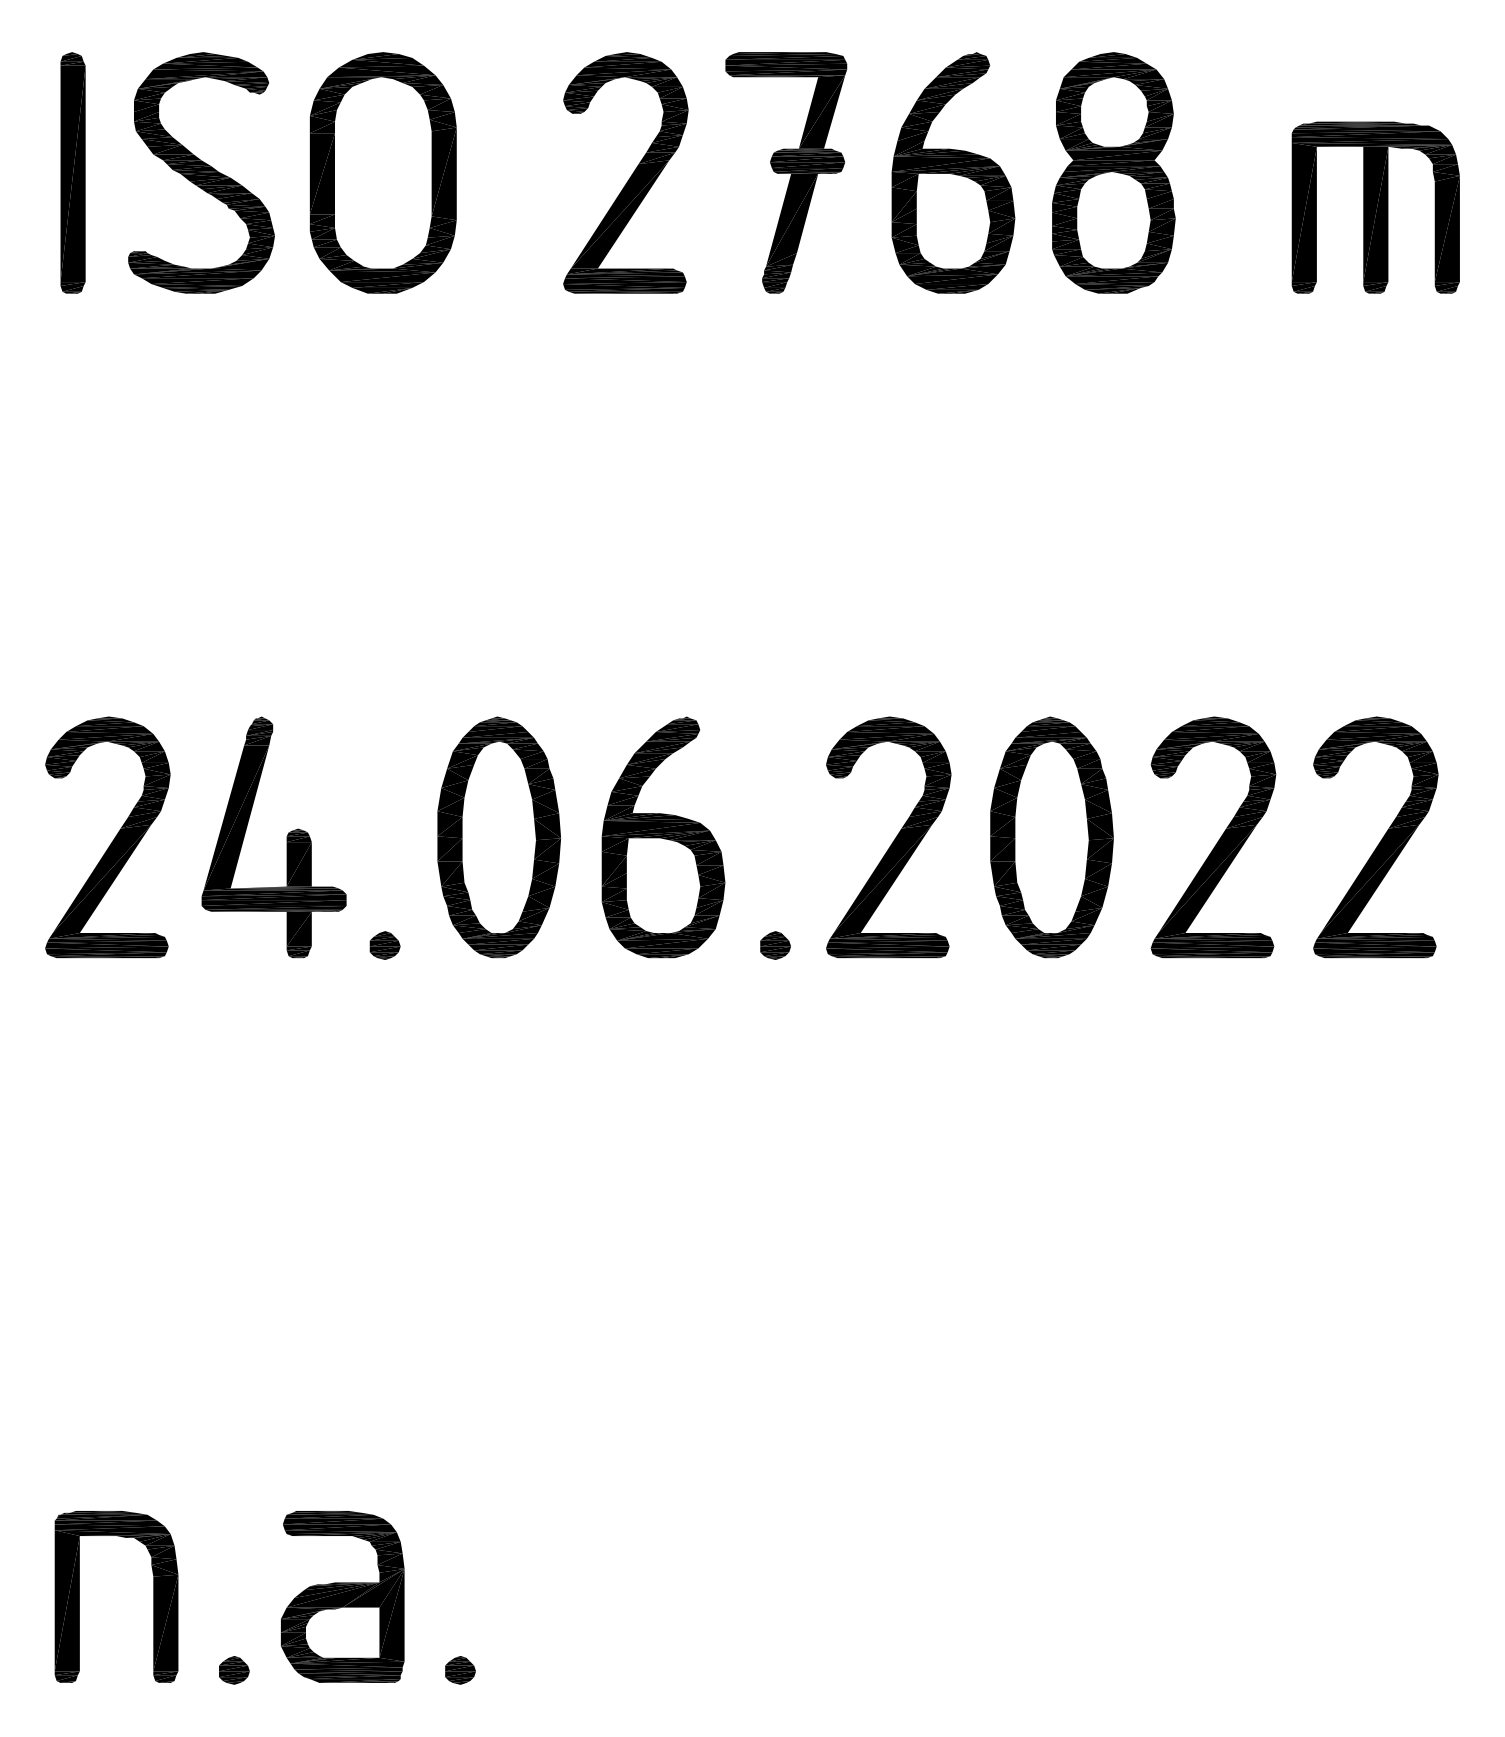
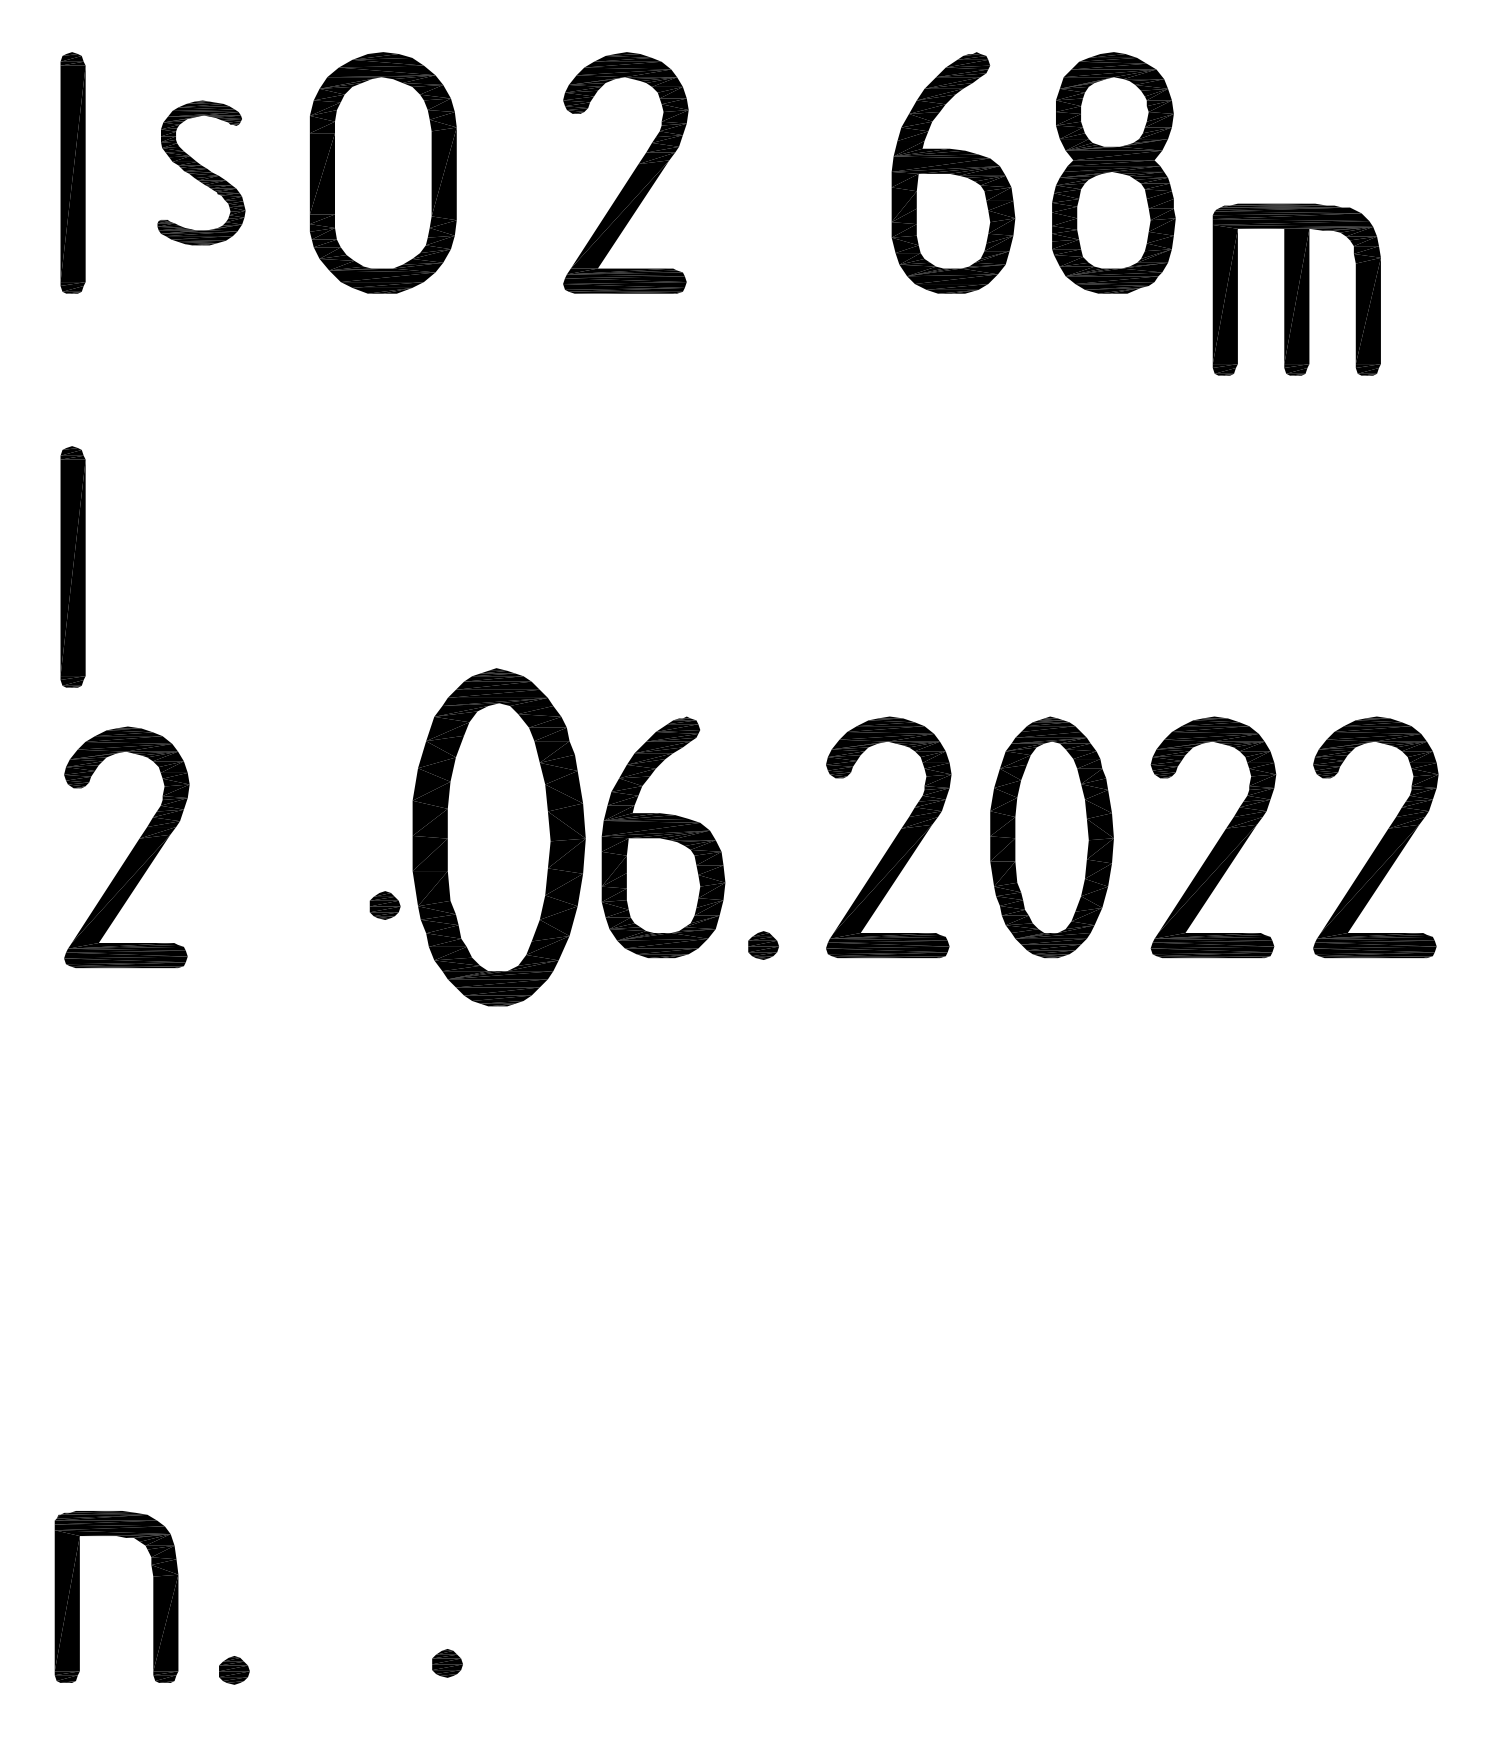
part at (201, 172) size: 147x242 px -> 89x146 px
part at (786, 172): present -> none
part at (1375, 207) position: (1375, 207) -> (1296, 289)
part at (72, 566): none -> present
part at (107, 837) position: (107, 837) -> (126, 847)
part at (286, 837): present -> none
part at (499, 837) size: 125x243 px -> 174x339 px
part at (384, 945) position: (384, 945) -> (384, 905)
part at (775, 945) position: (775, 945) -> (763, 945)
part at (342, 1596): present -> none
part at (460, 1670) position: (460, 1670) -> (447, 1663)
